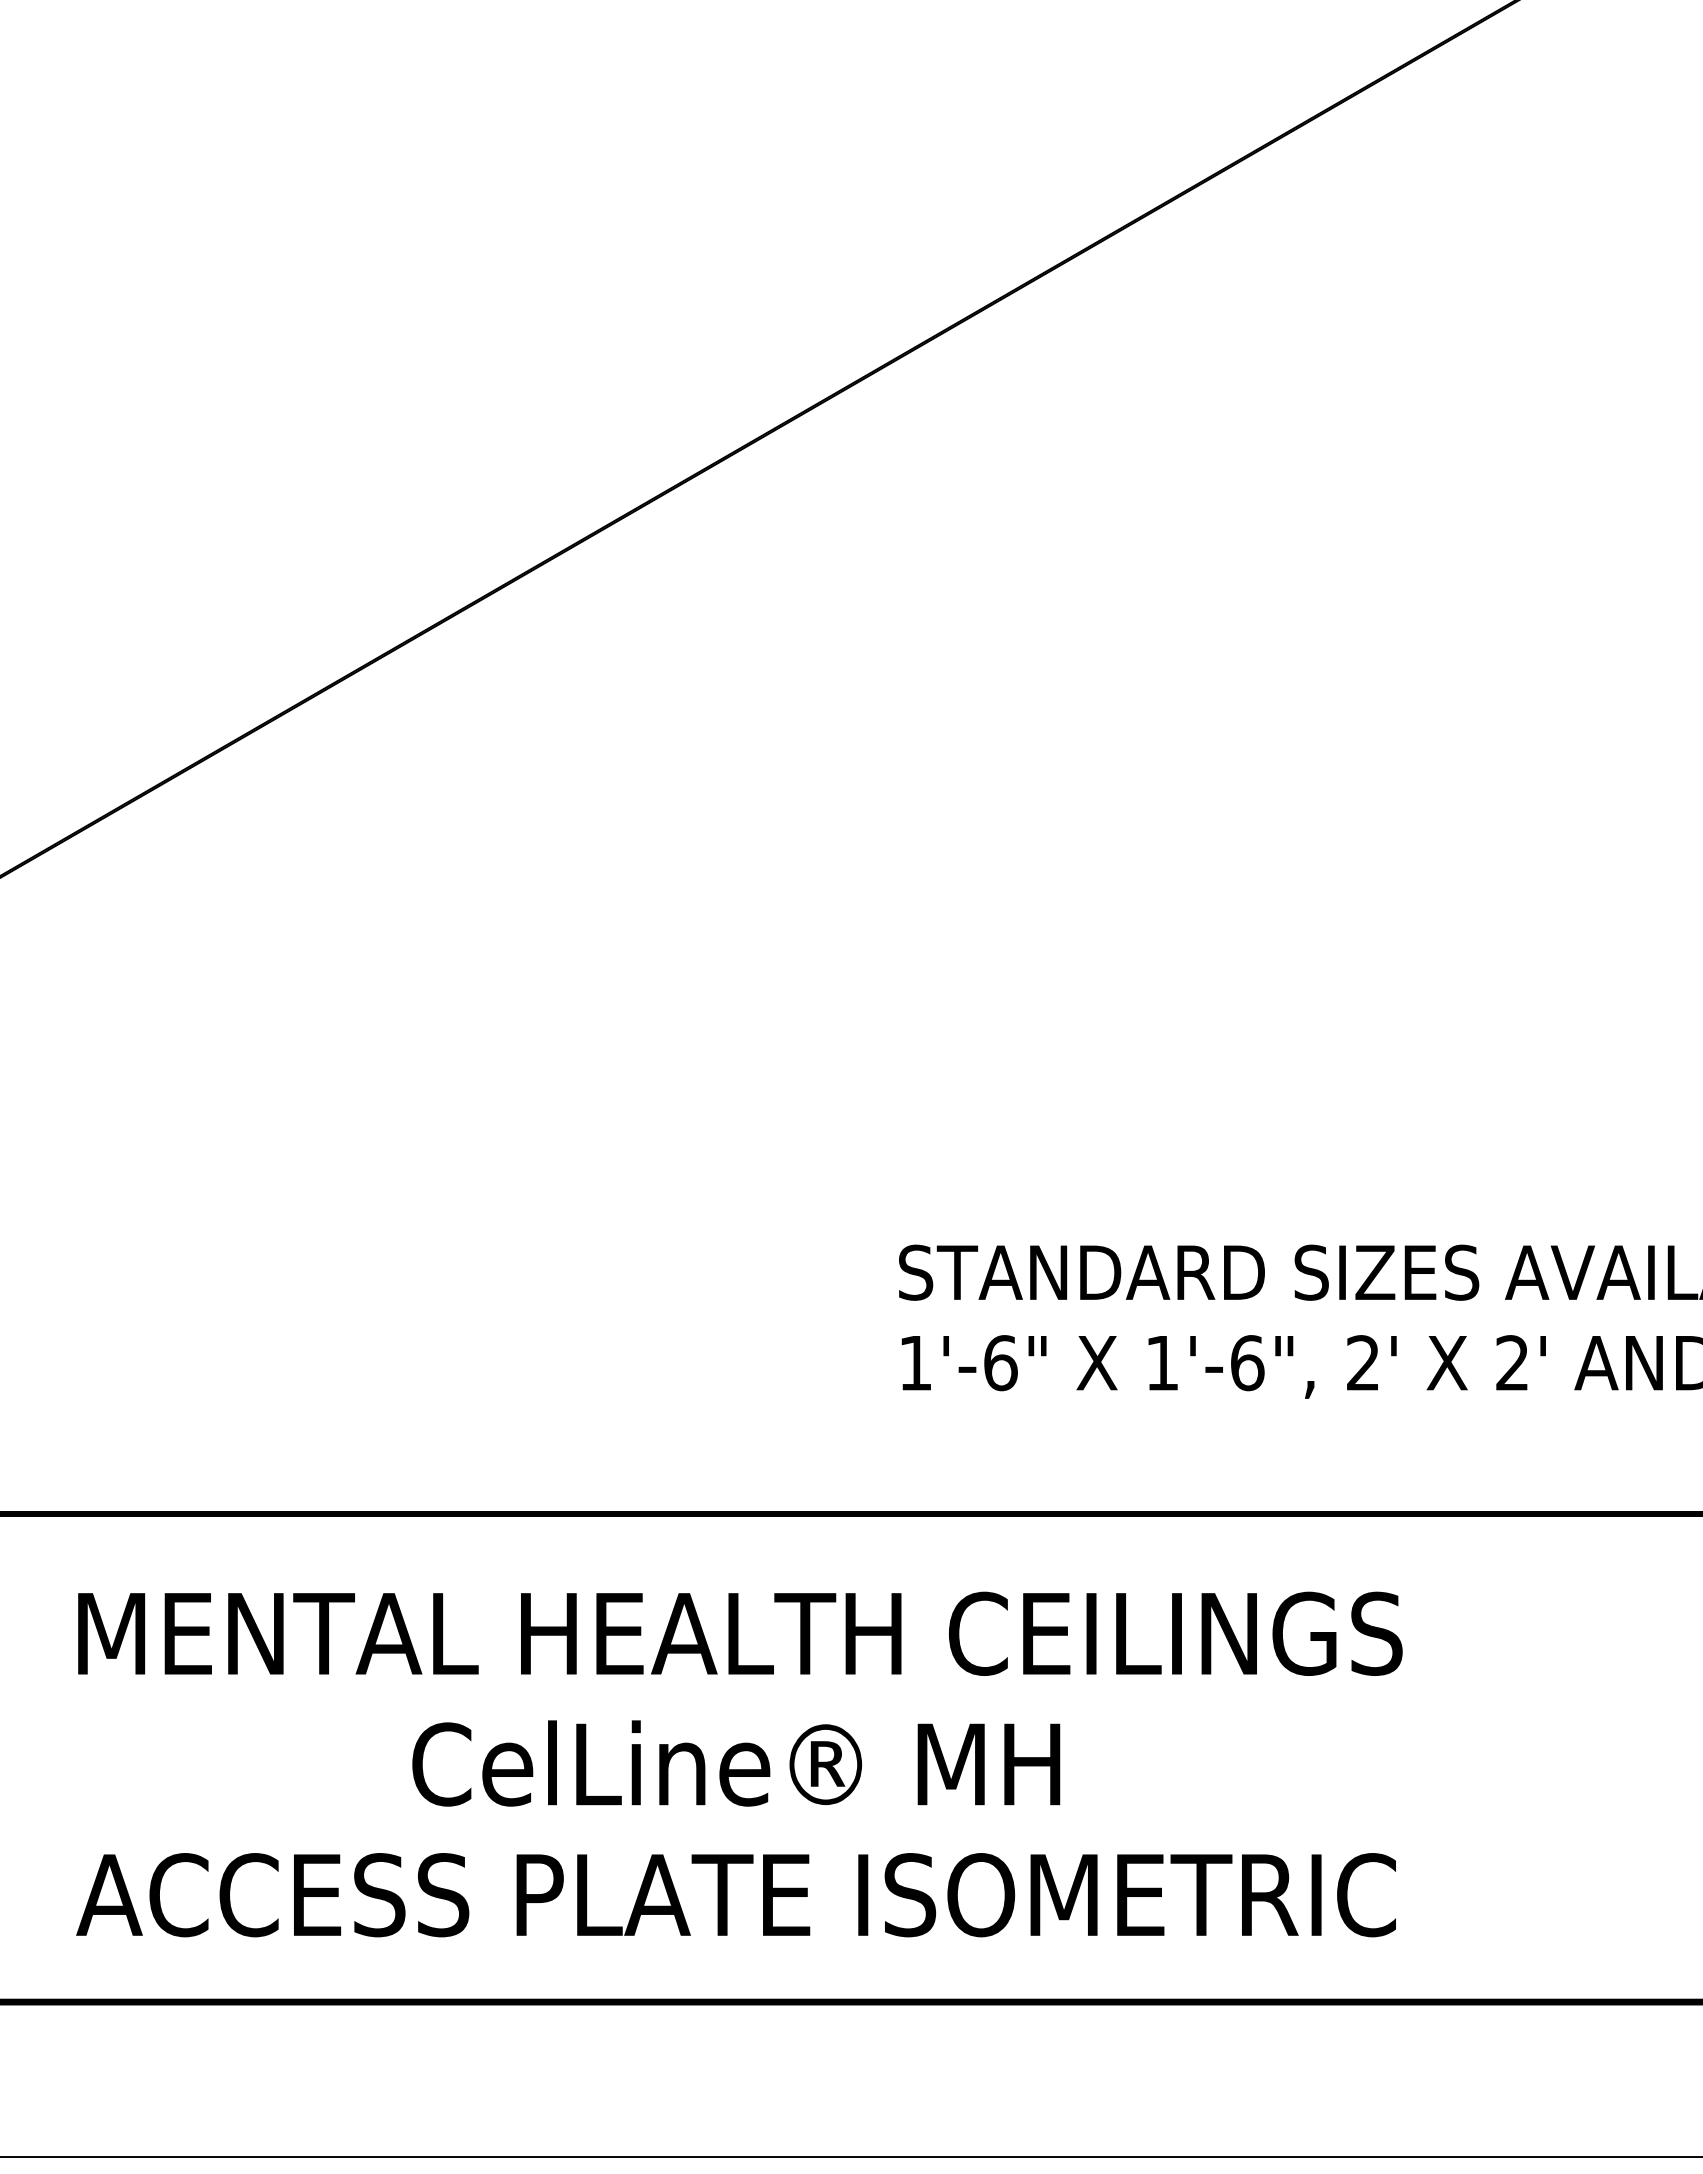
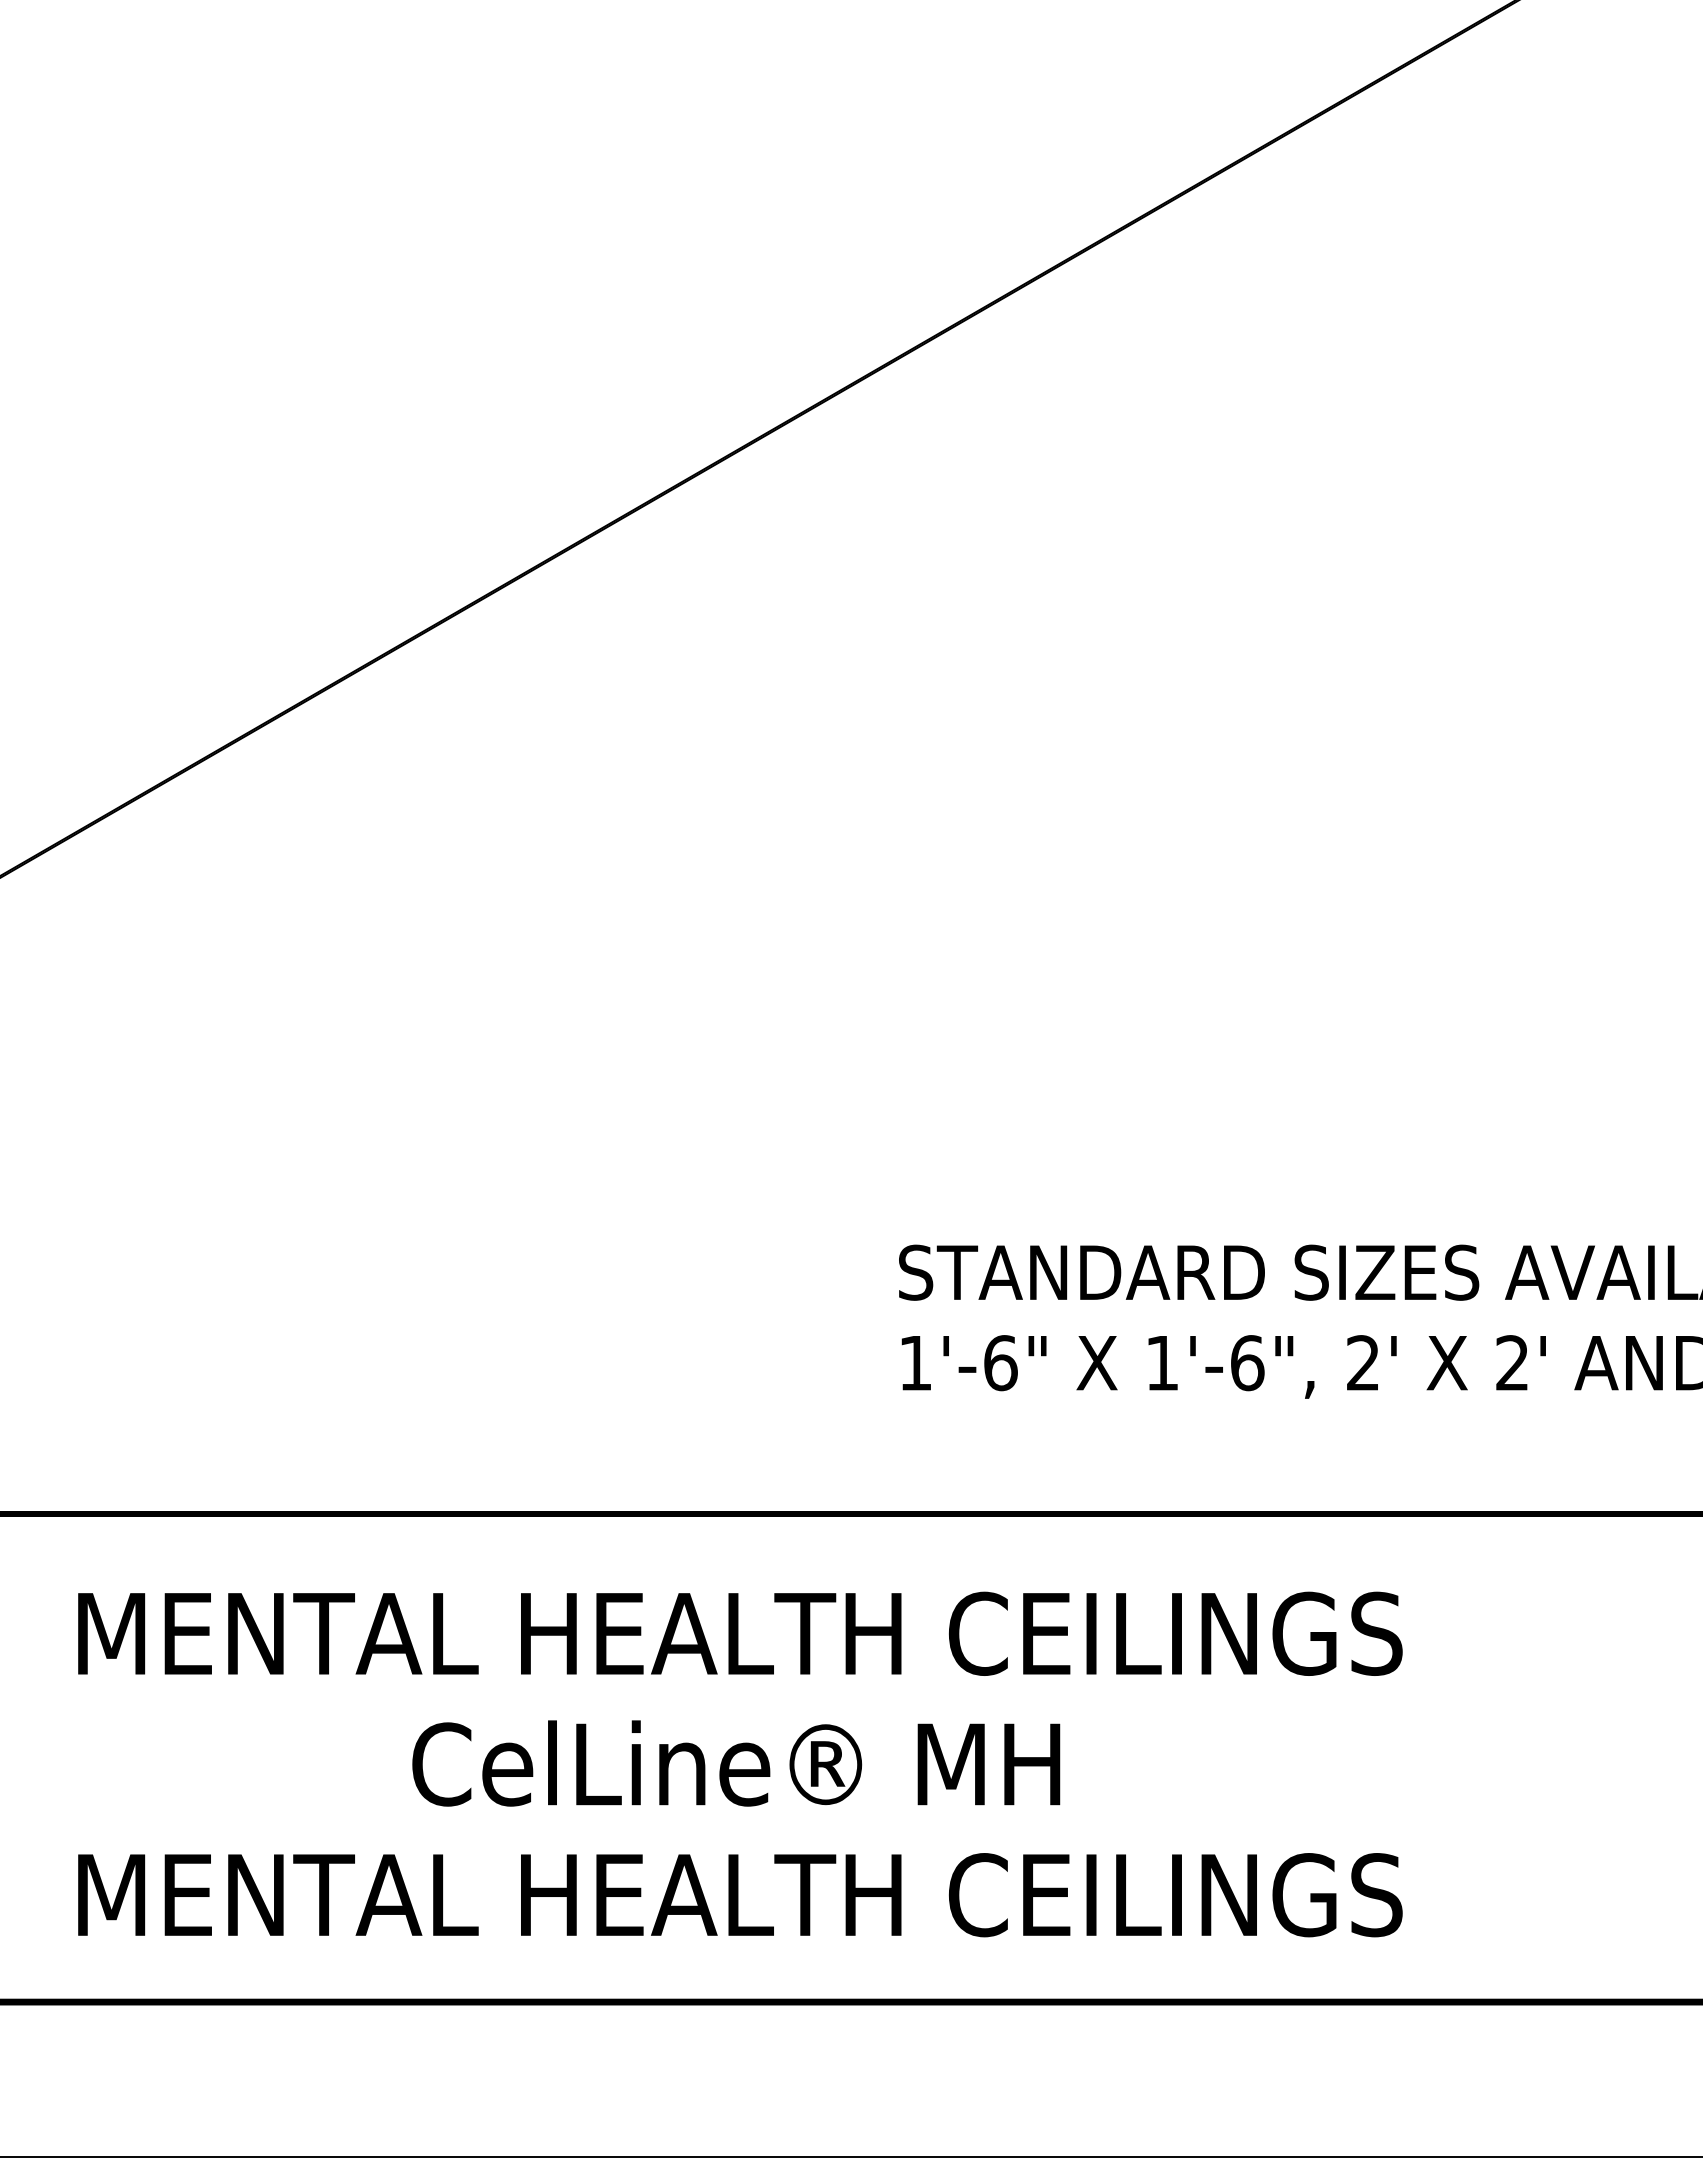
text at (739, 1895): ACCESS PLATE ISOMETRIC -> MENTAL HEALTH CEILINGS
